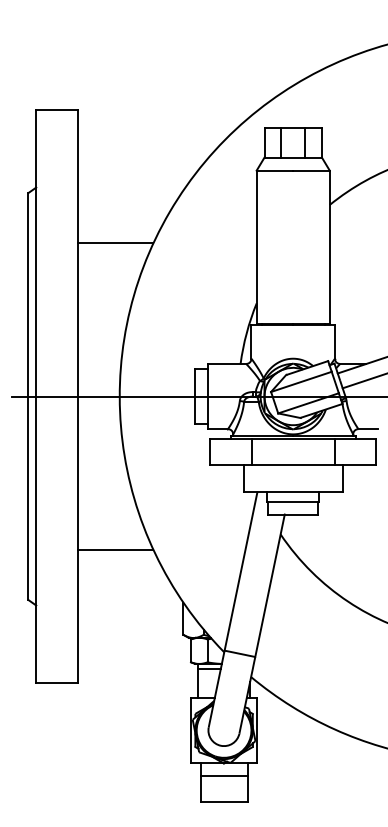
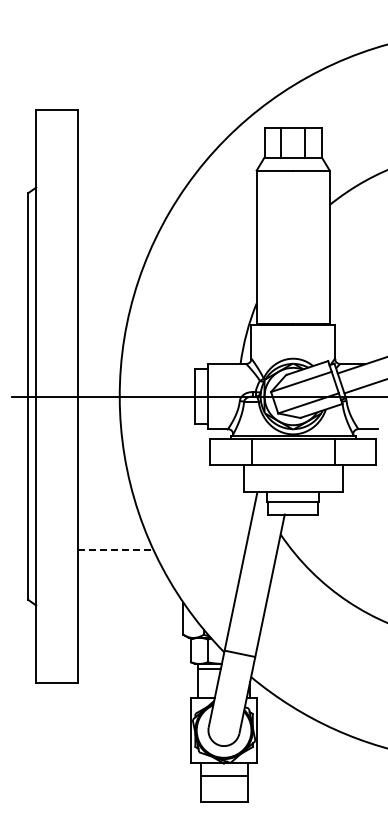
line at (115, 243): present -> none
line at (363, 381) position: (363, 381) -> (364, 386)
line at (115, 549): solid -> dashed
